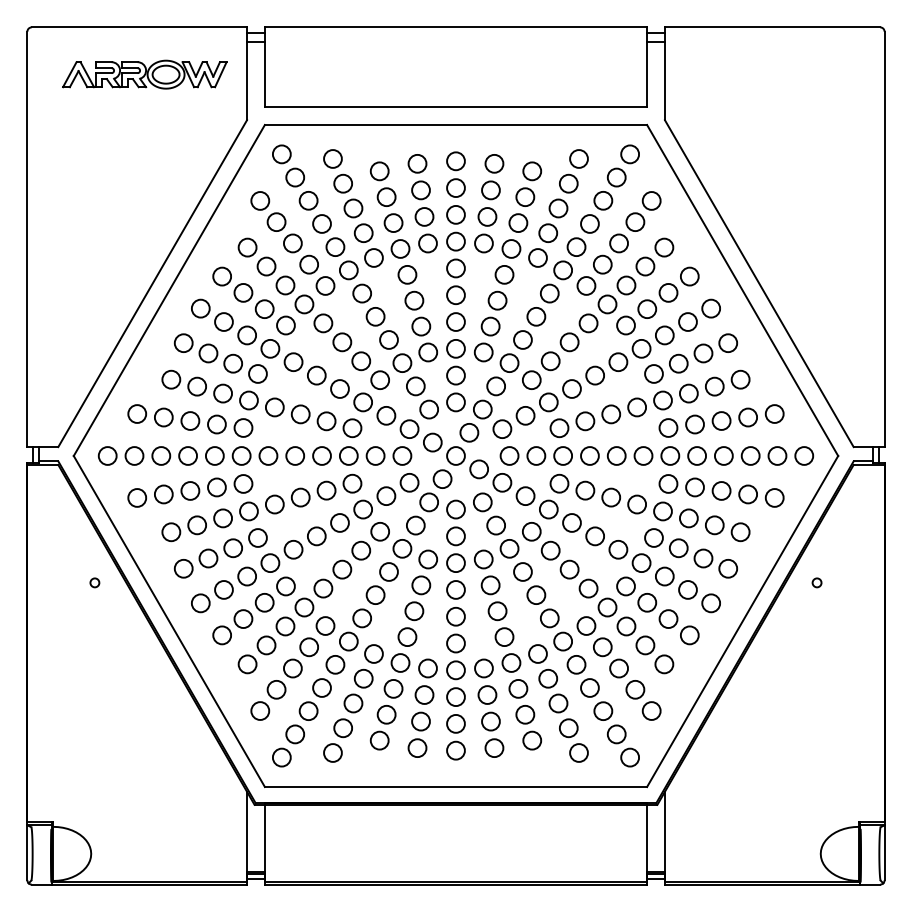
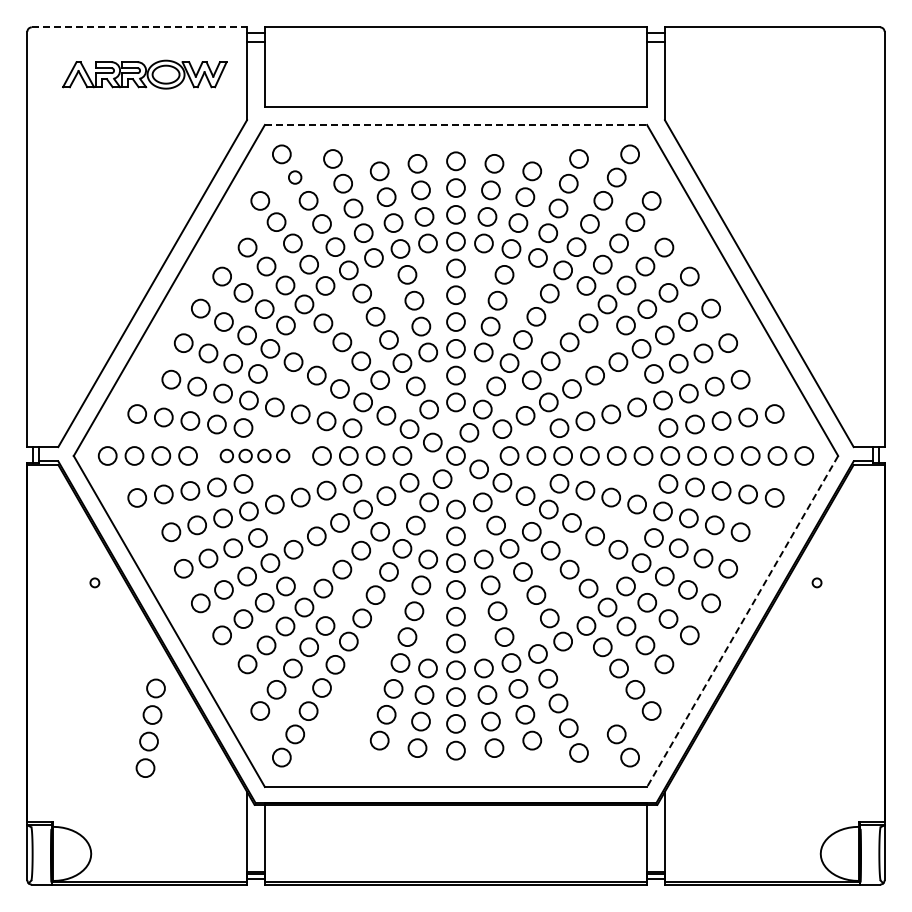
line at (139, 27): solid -> dashed
line at (456, 125): solid -> dashed
circle at (294, 177) size: 20x21 px -> 15x15 px
part at (254, 455) size: 100x20 px -> 72x16 px
line at (742, 621): solid -> dashed
part at (589, 687): present -> none
part at (353, 703): present -> none
part at (150, 727): none -> present
